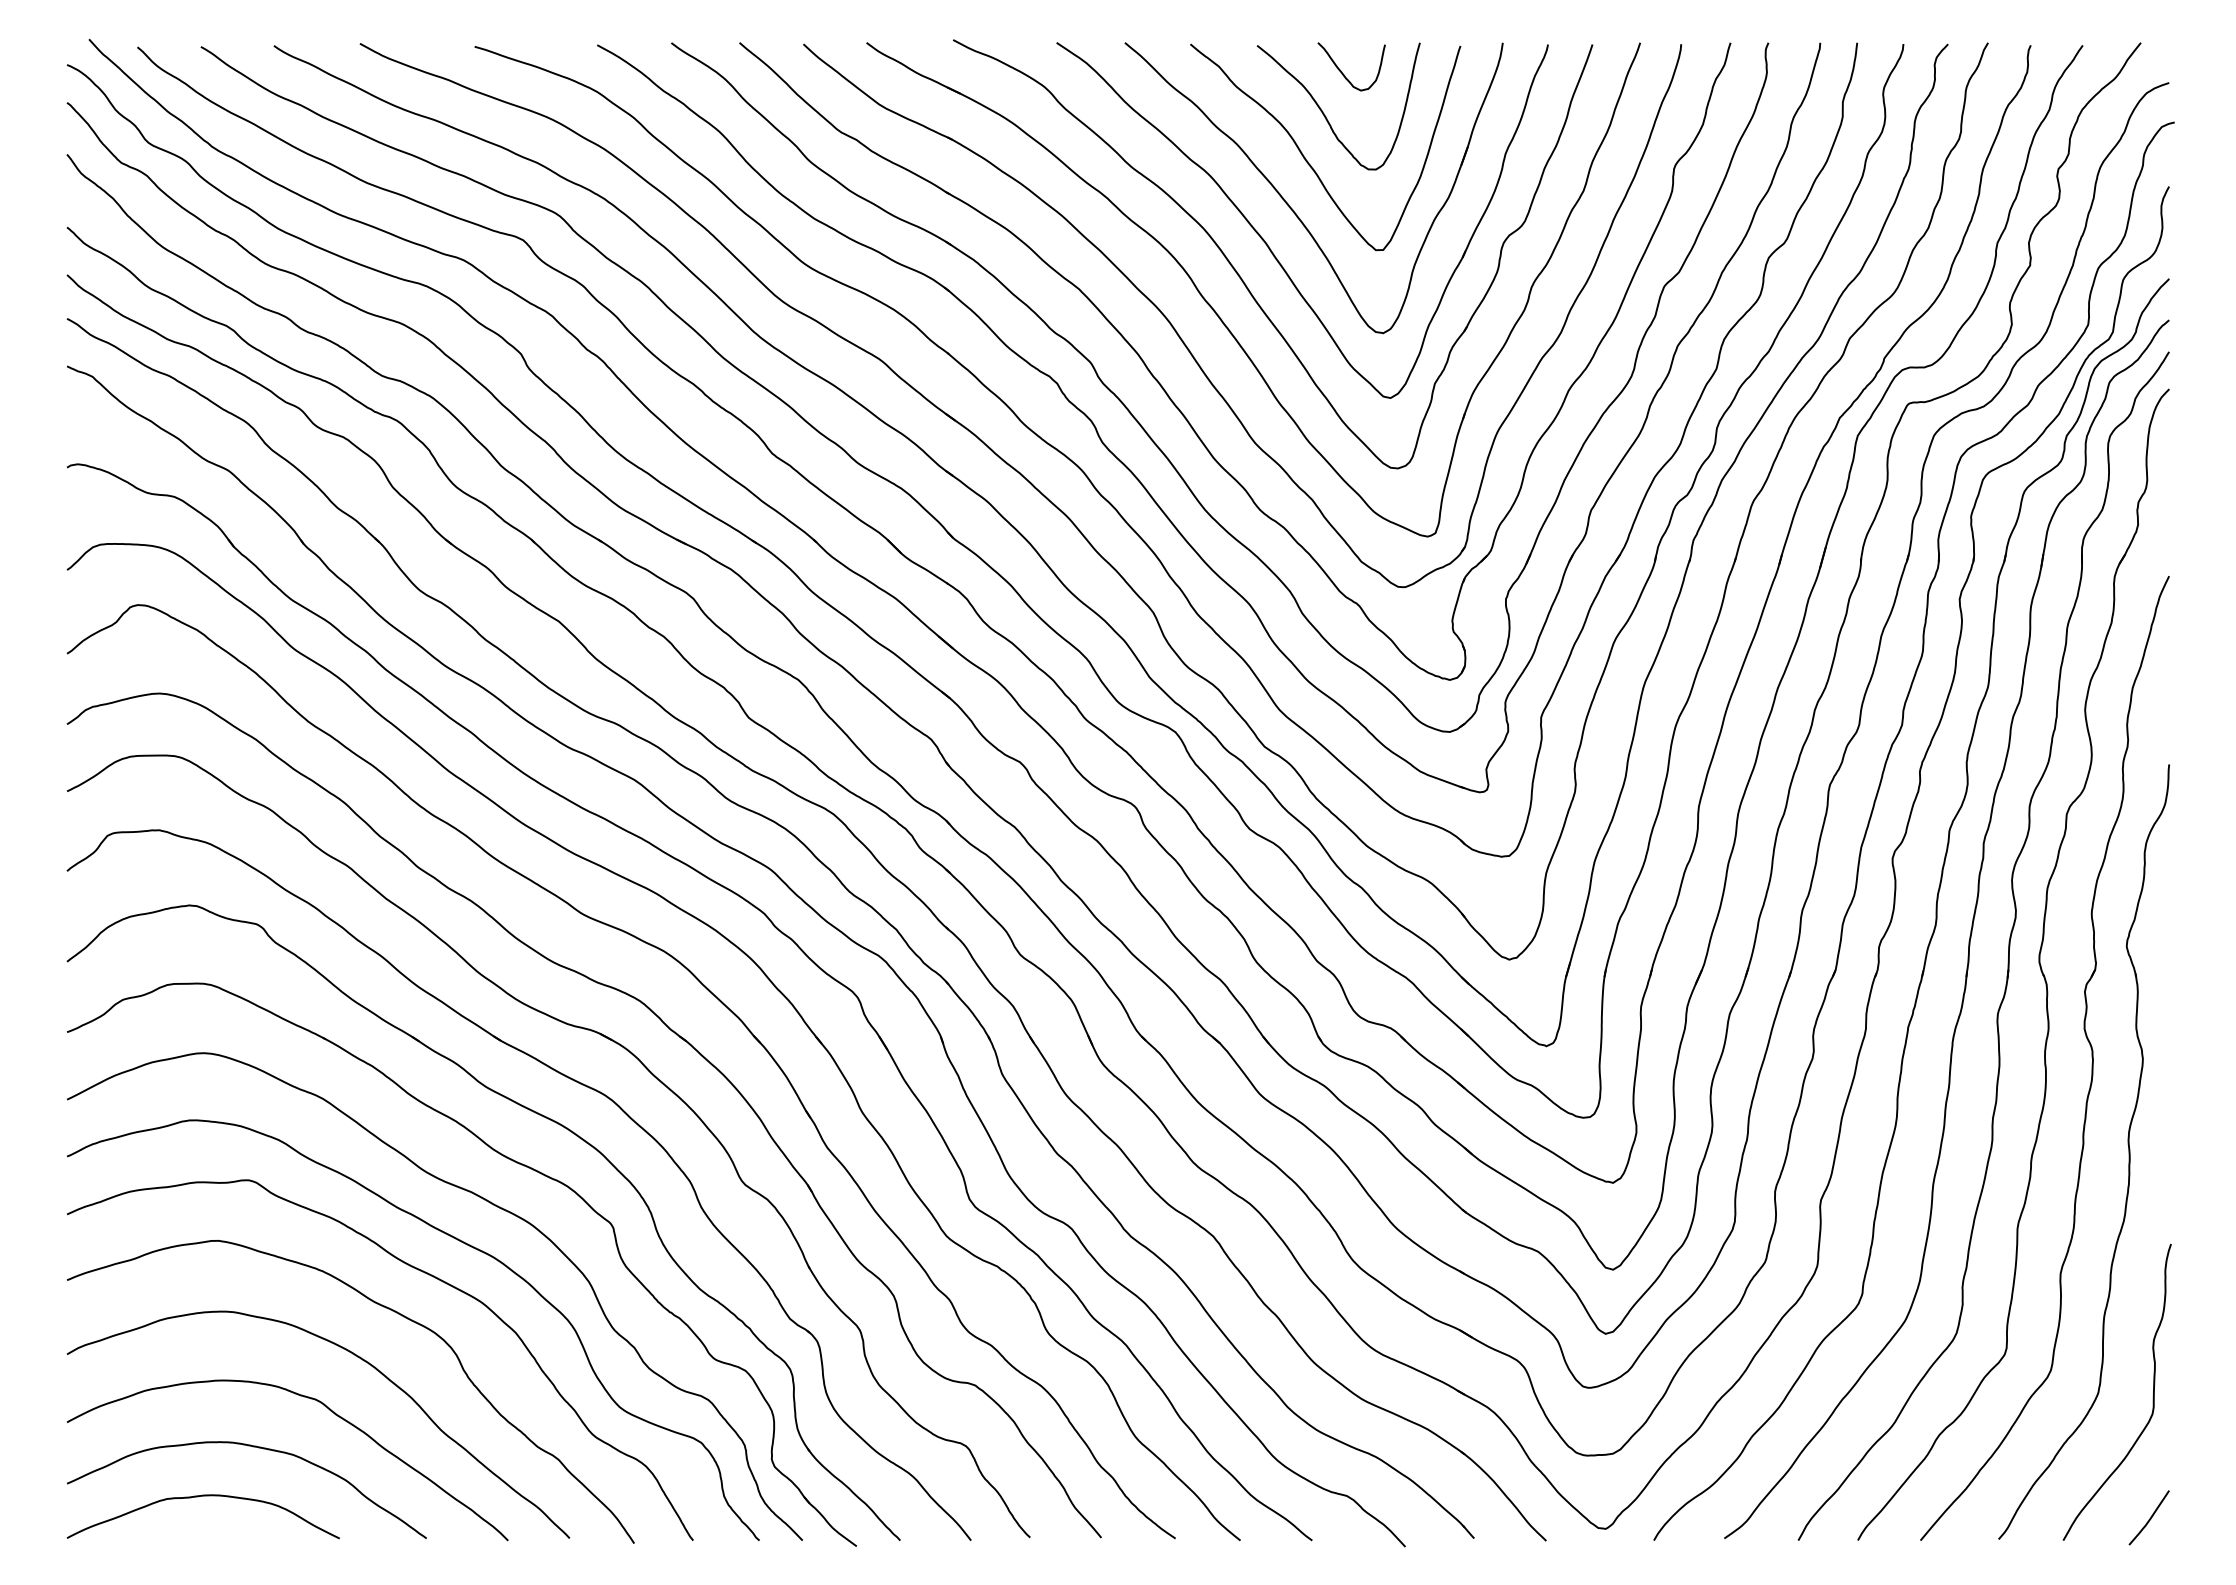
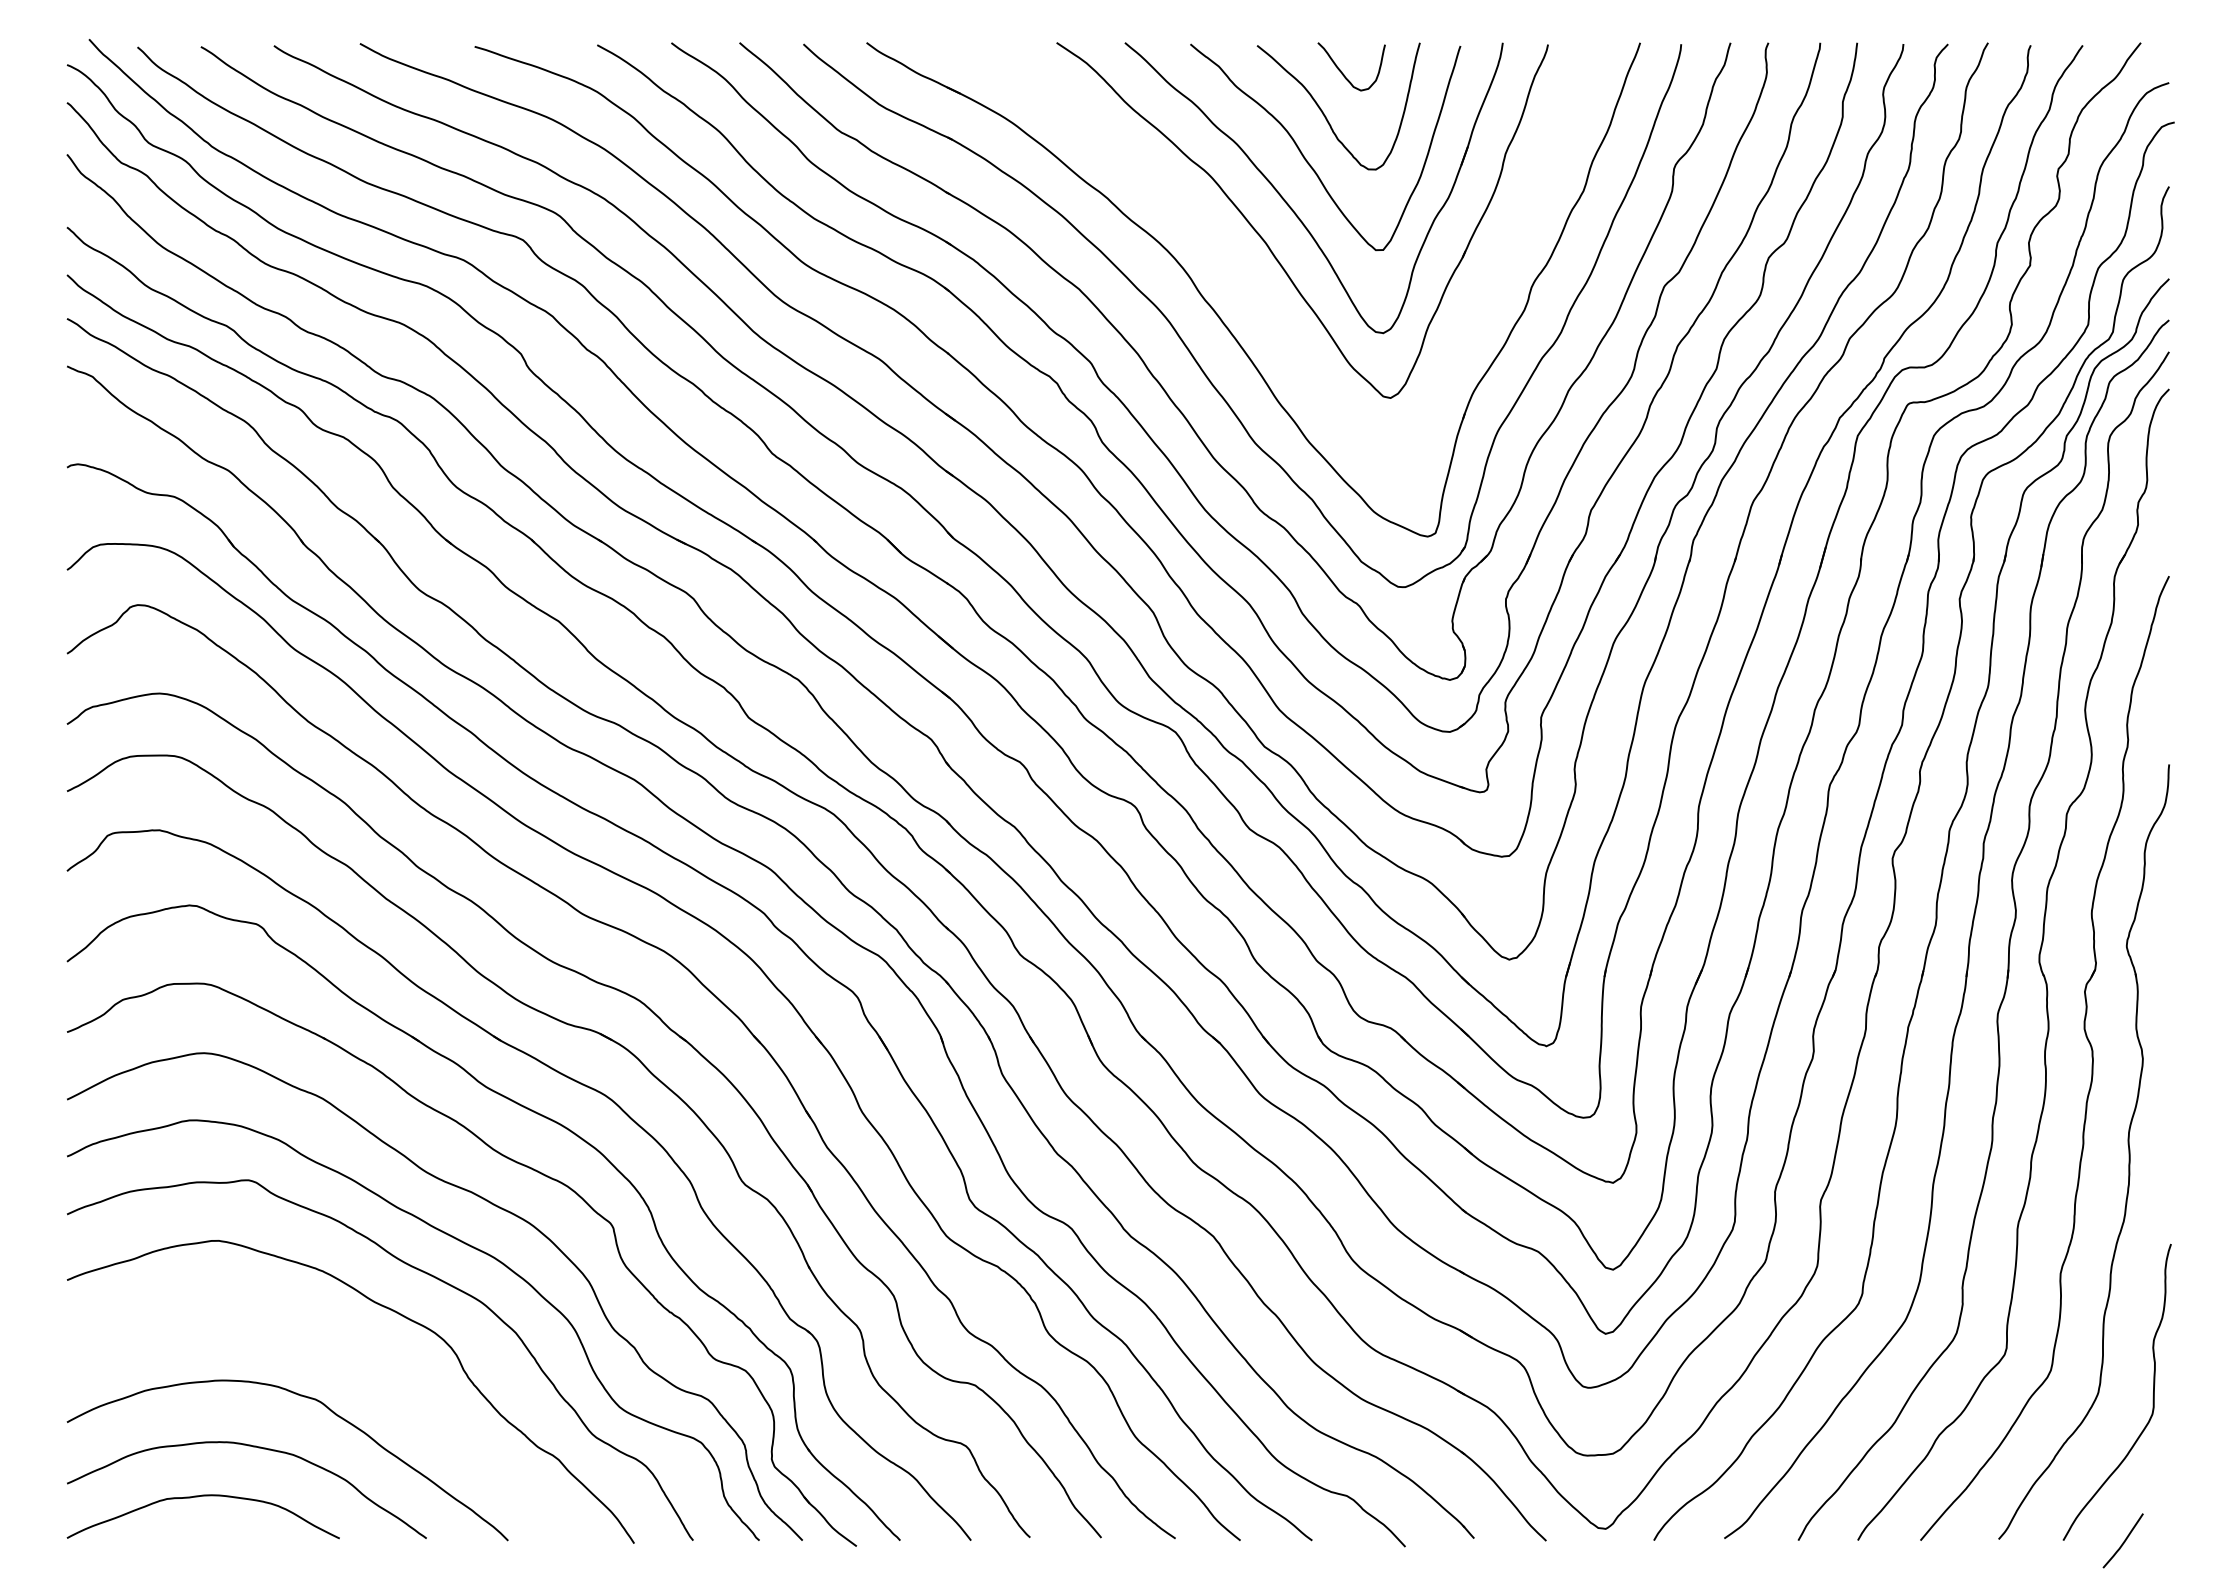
part at (1240, 275): present -> none
curve at (360, 1359): present -> none
curve at (2149, 1518) position: (2149, 1518) -> (2123, 1541)
